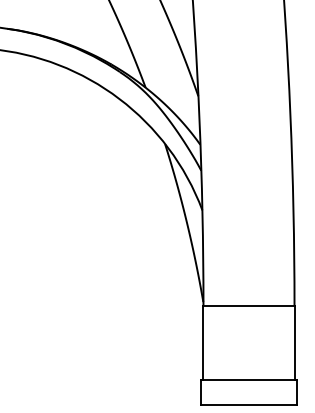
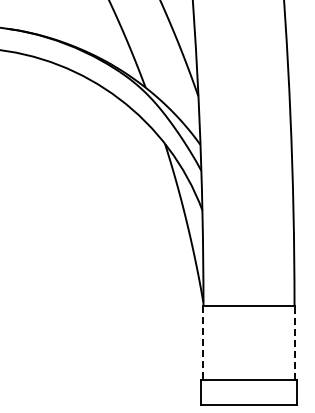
line at (294, 342): solid -> dashed
line at (203, 343): solid -> dashed
